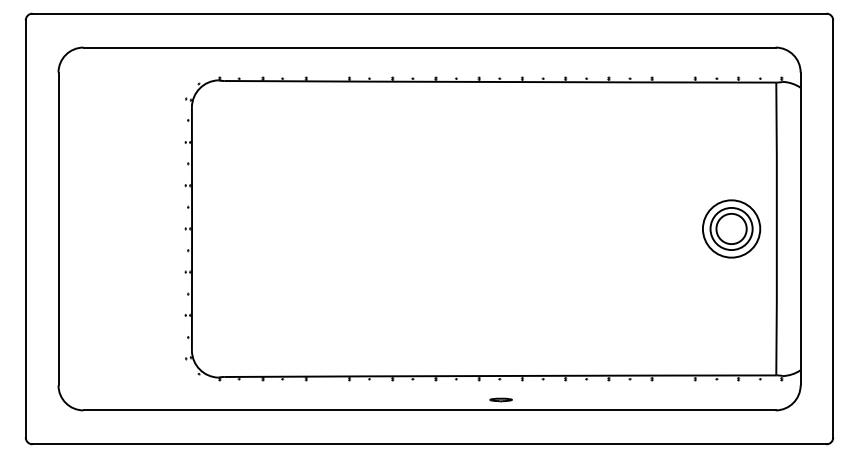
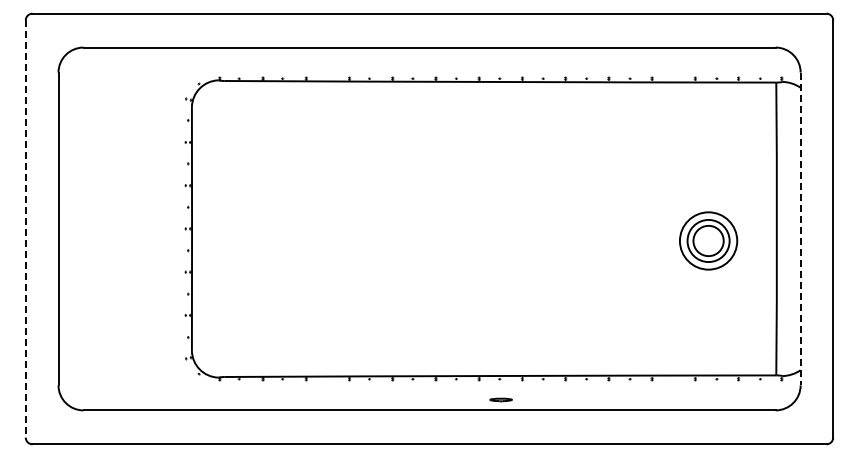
part at (731, 228) position: (731, 228) -> (708, 240)
line at (25, 229): solid -> dashed
line at (800, 229): solid -> dashed
